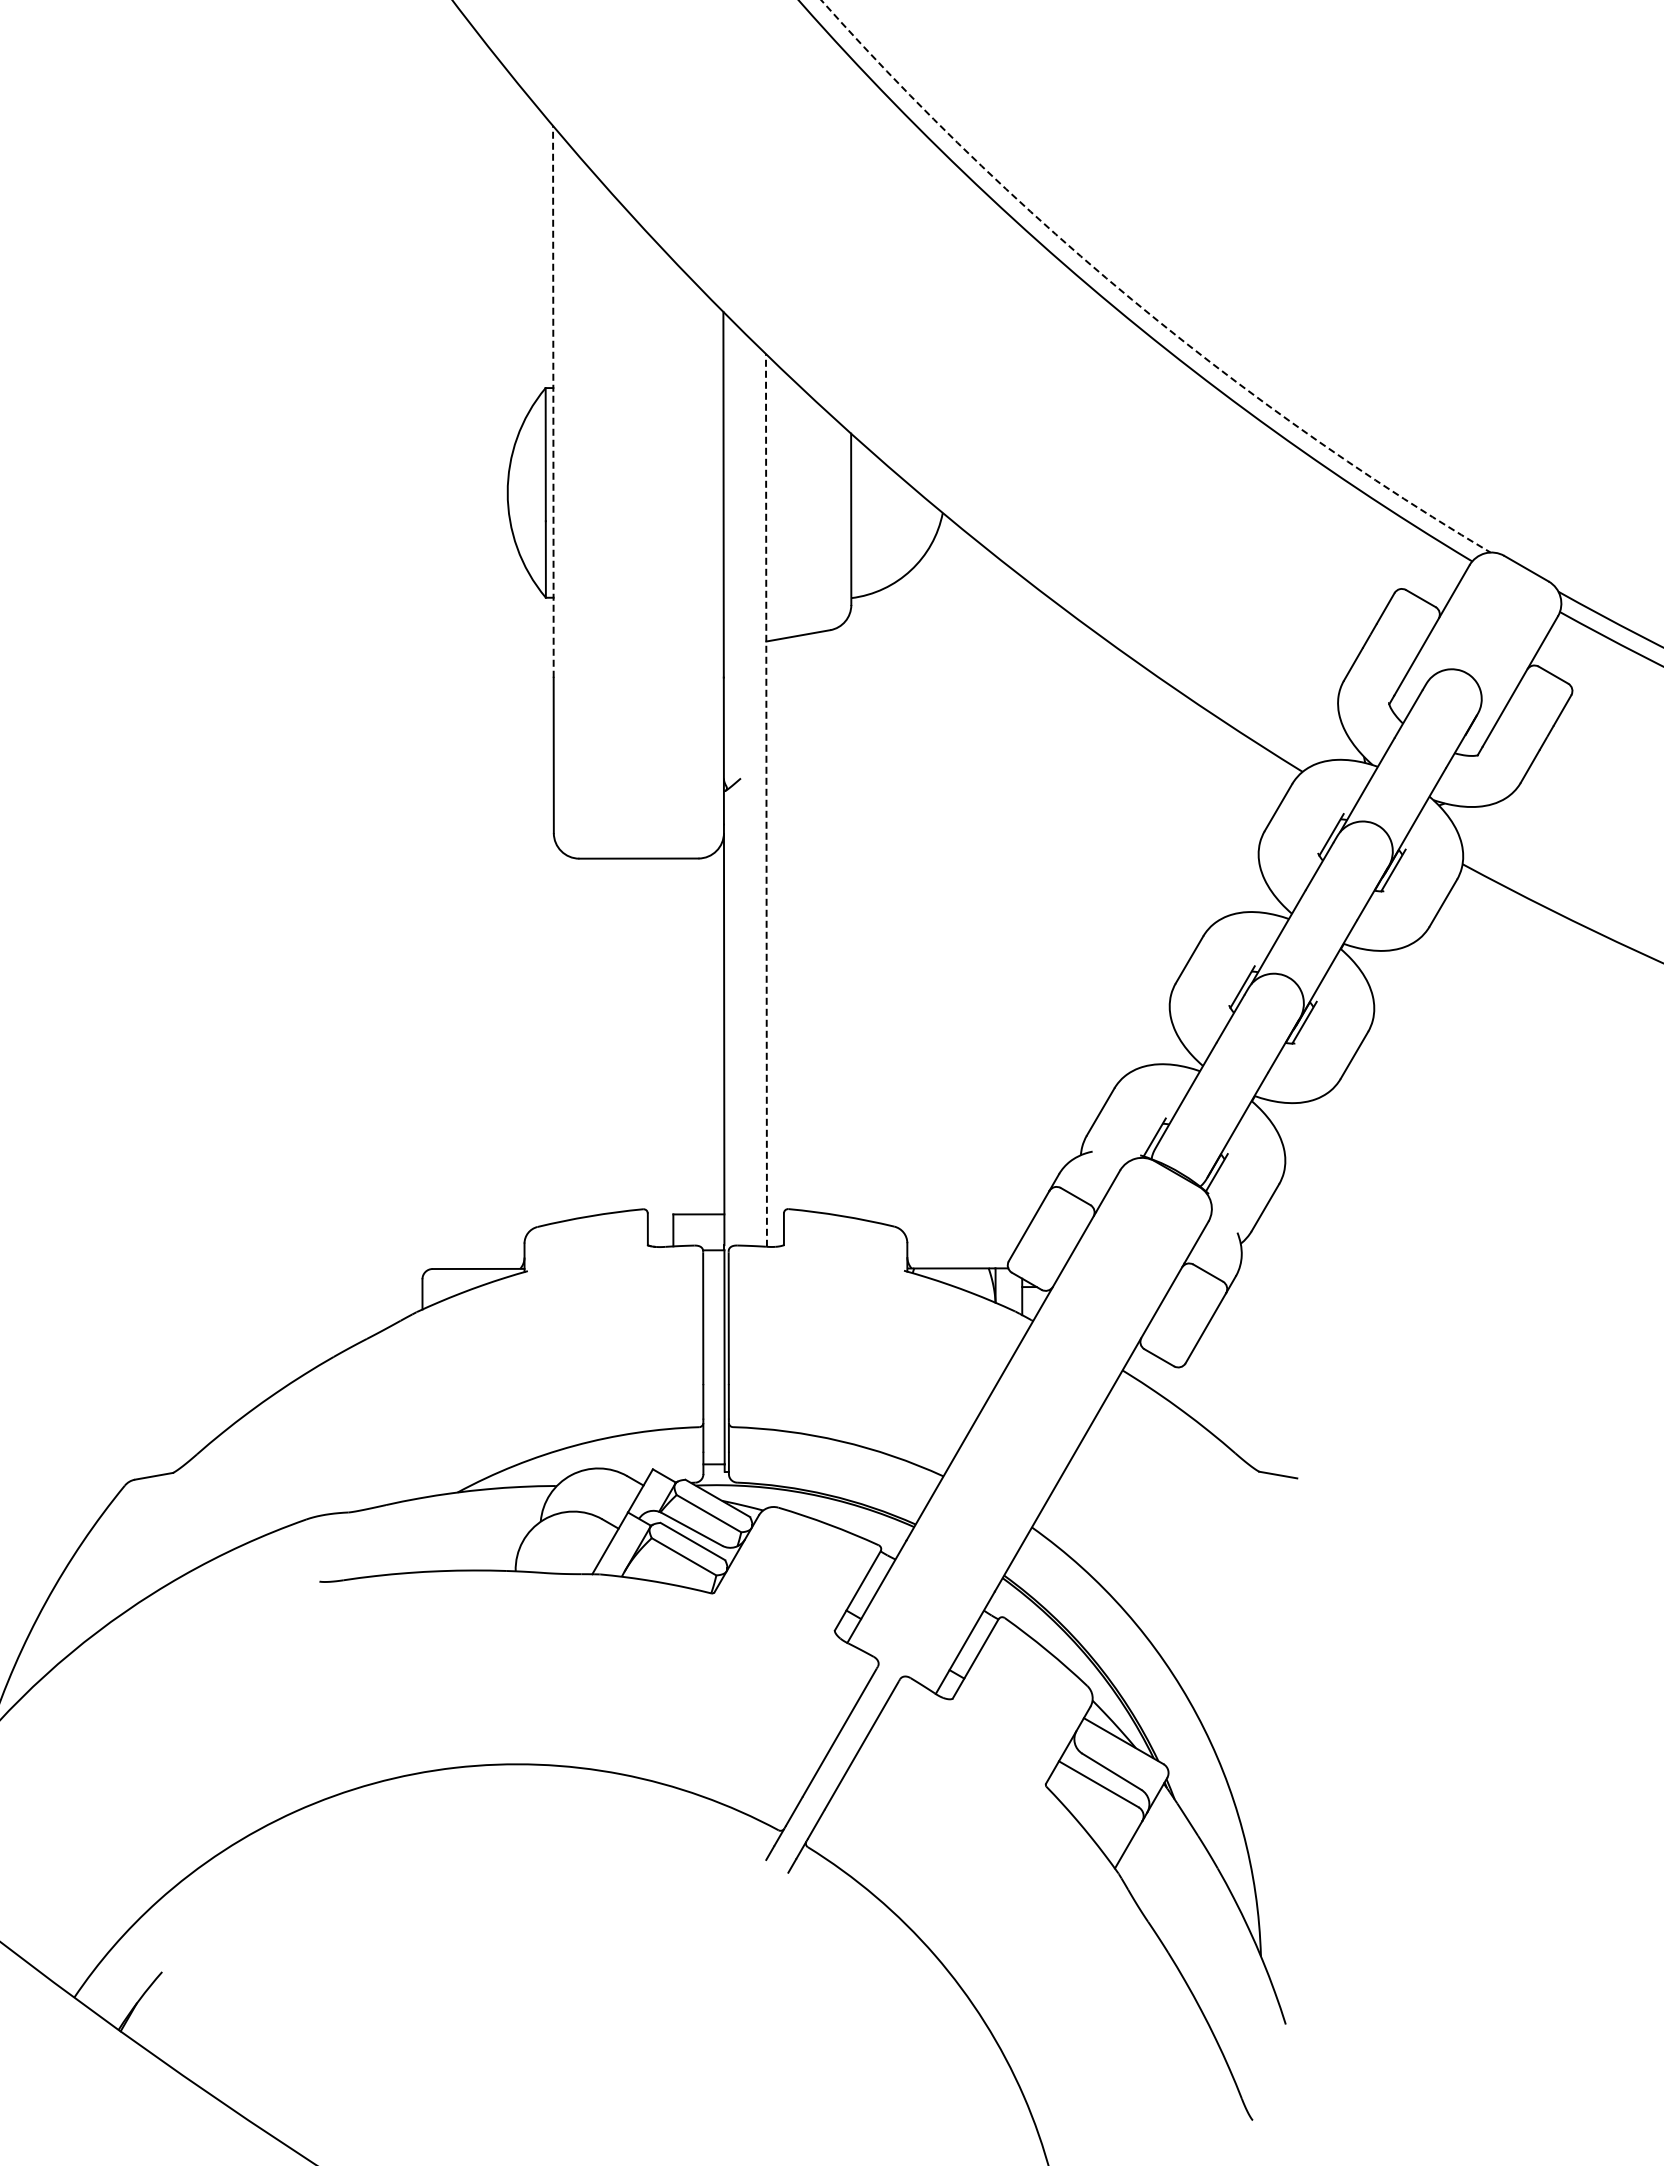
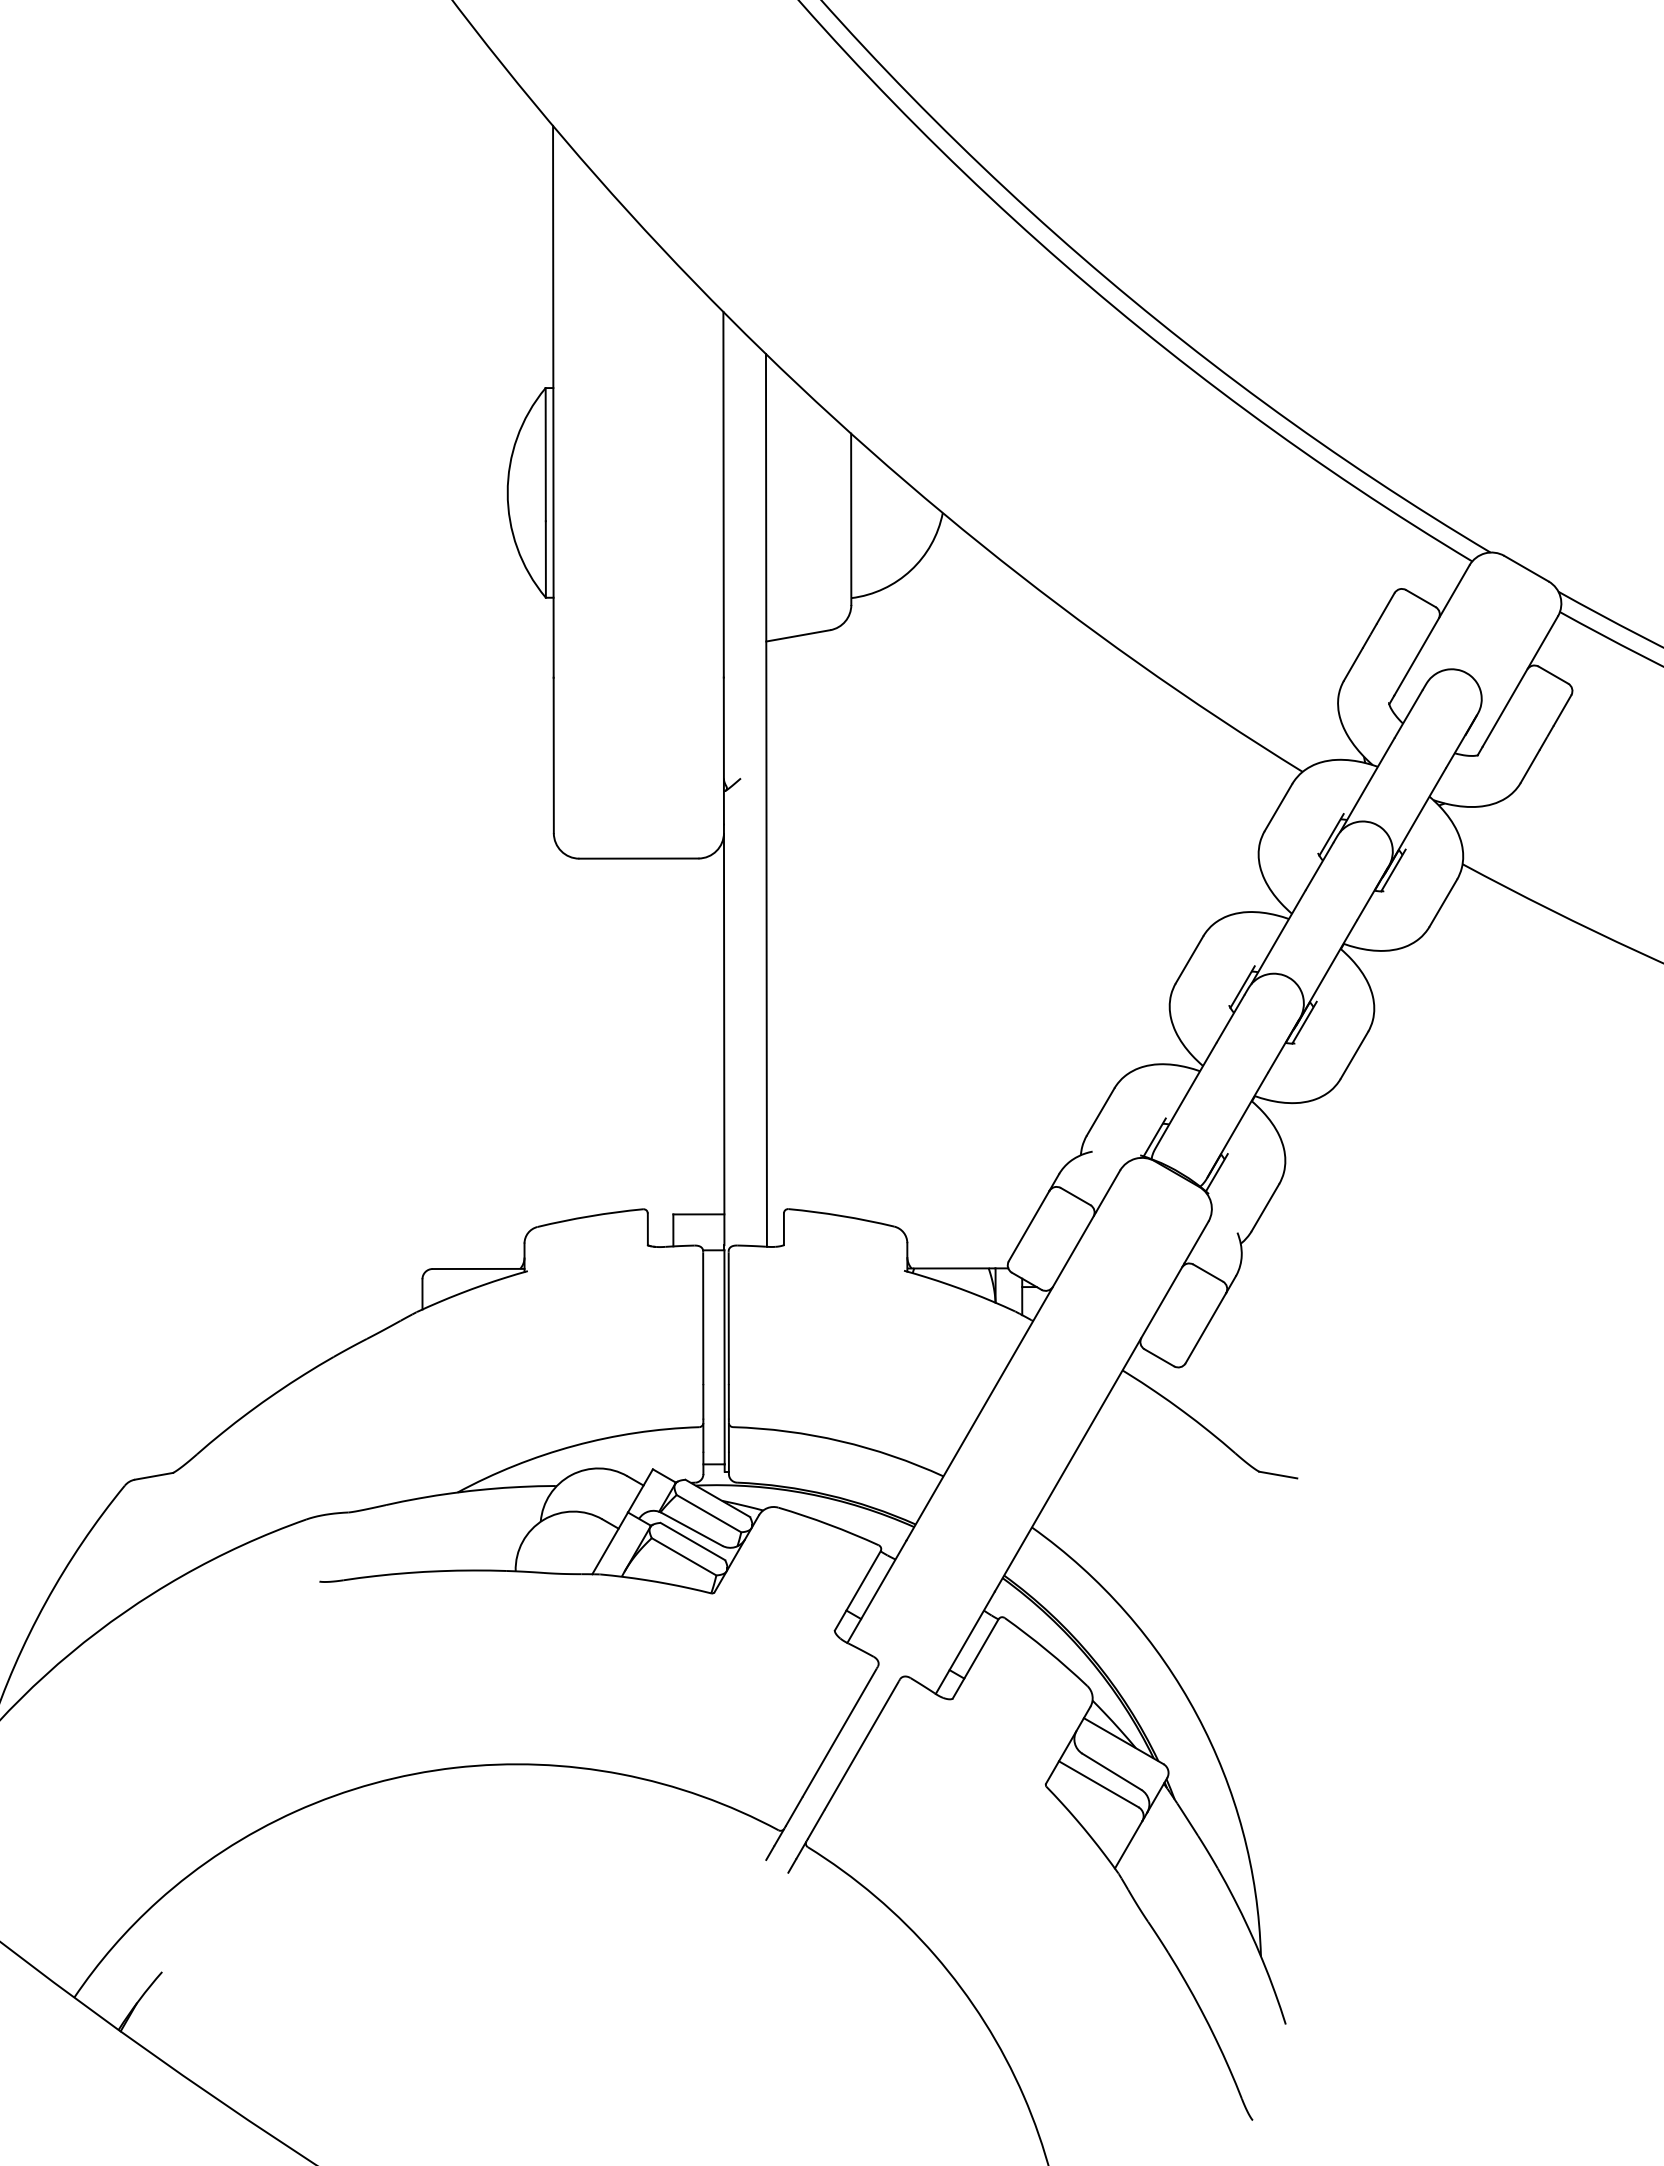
arc at (1133, 300): dashed -> solid
line at (553, 401): dashed -> solid
line at (766, 799): dashed -> solid
